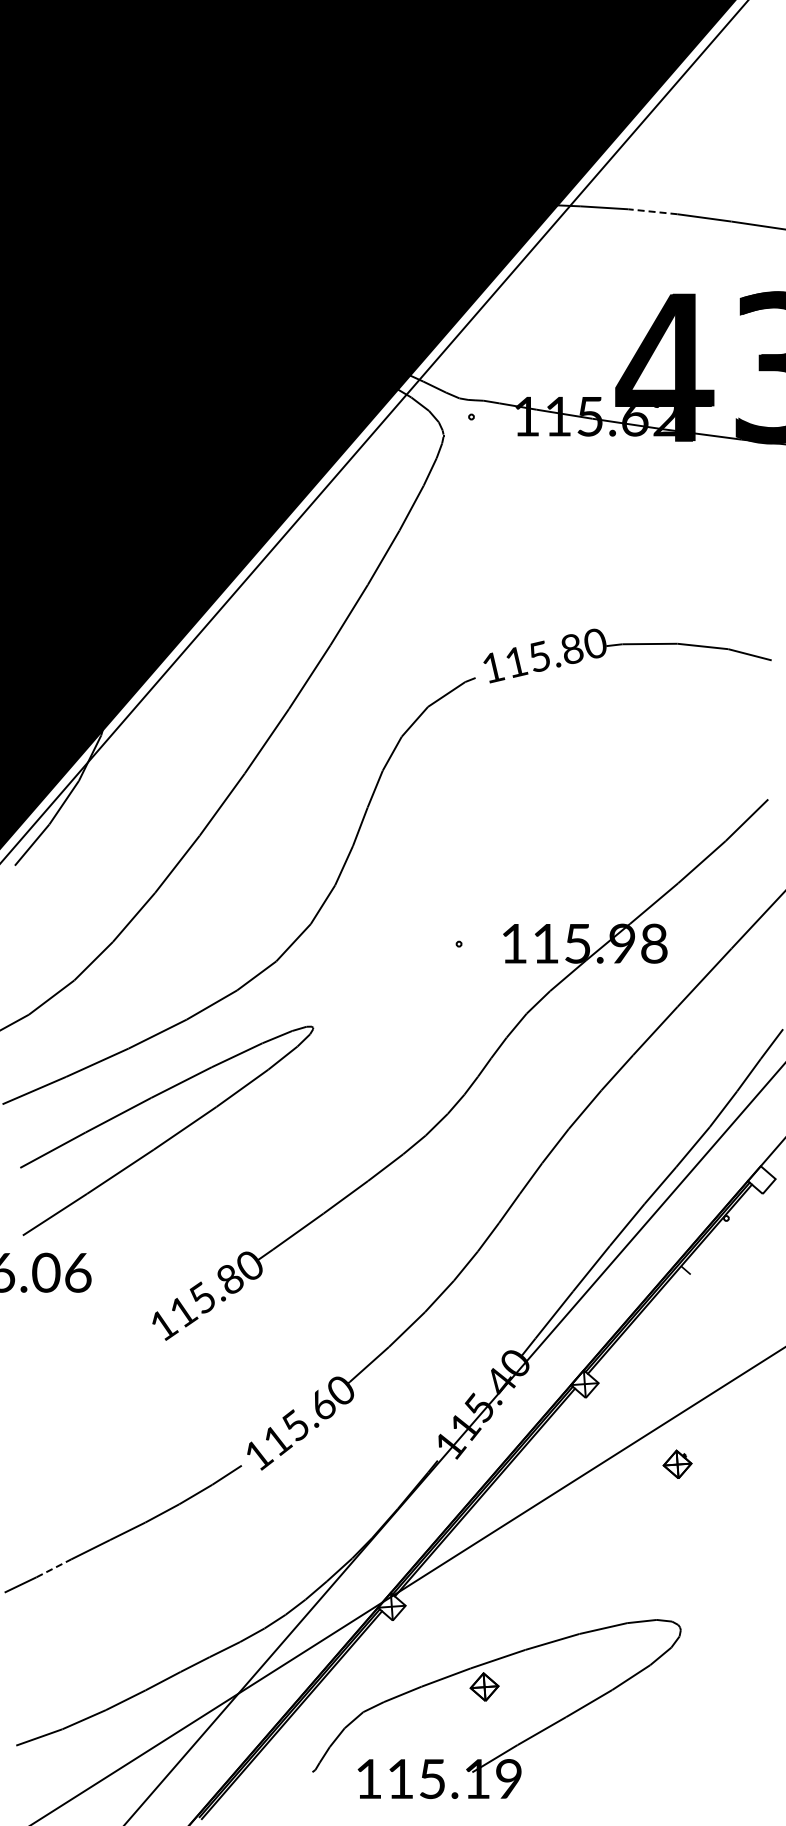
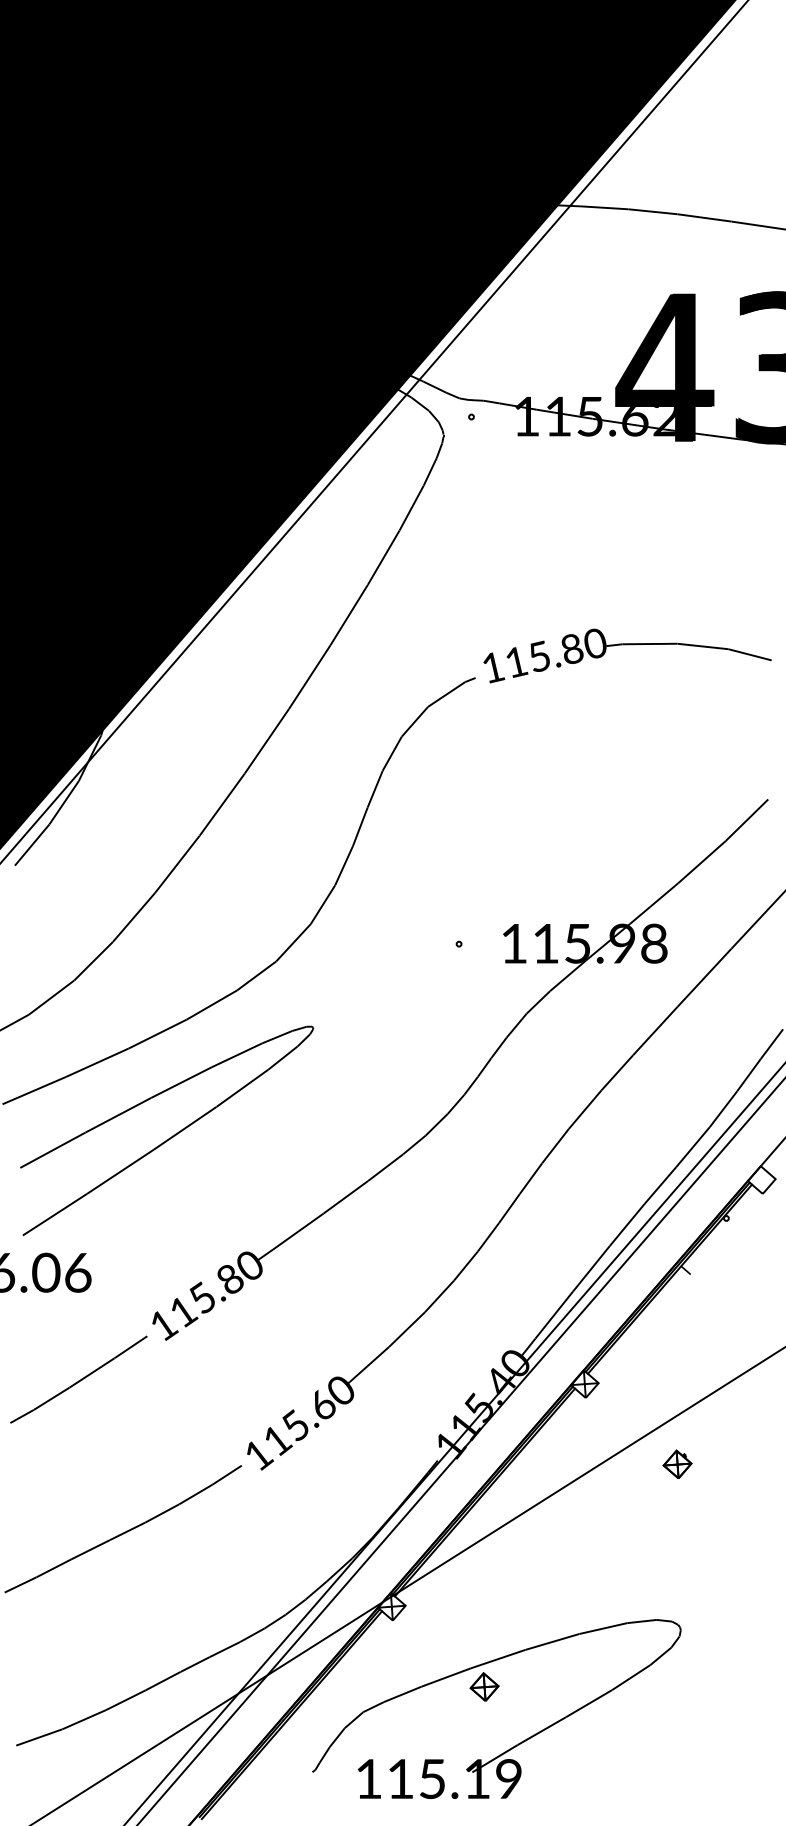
line at (652, 211): dashed -> solid
part at (78, 1379): none -> present
line at (460, 1451): none -> present
line at (54, 1568): dashed -> solid
